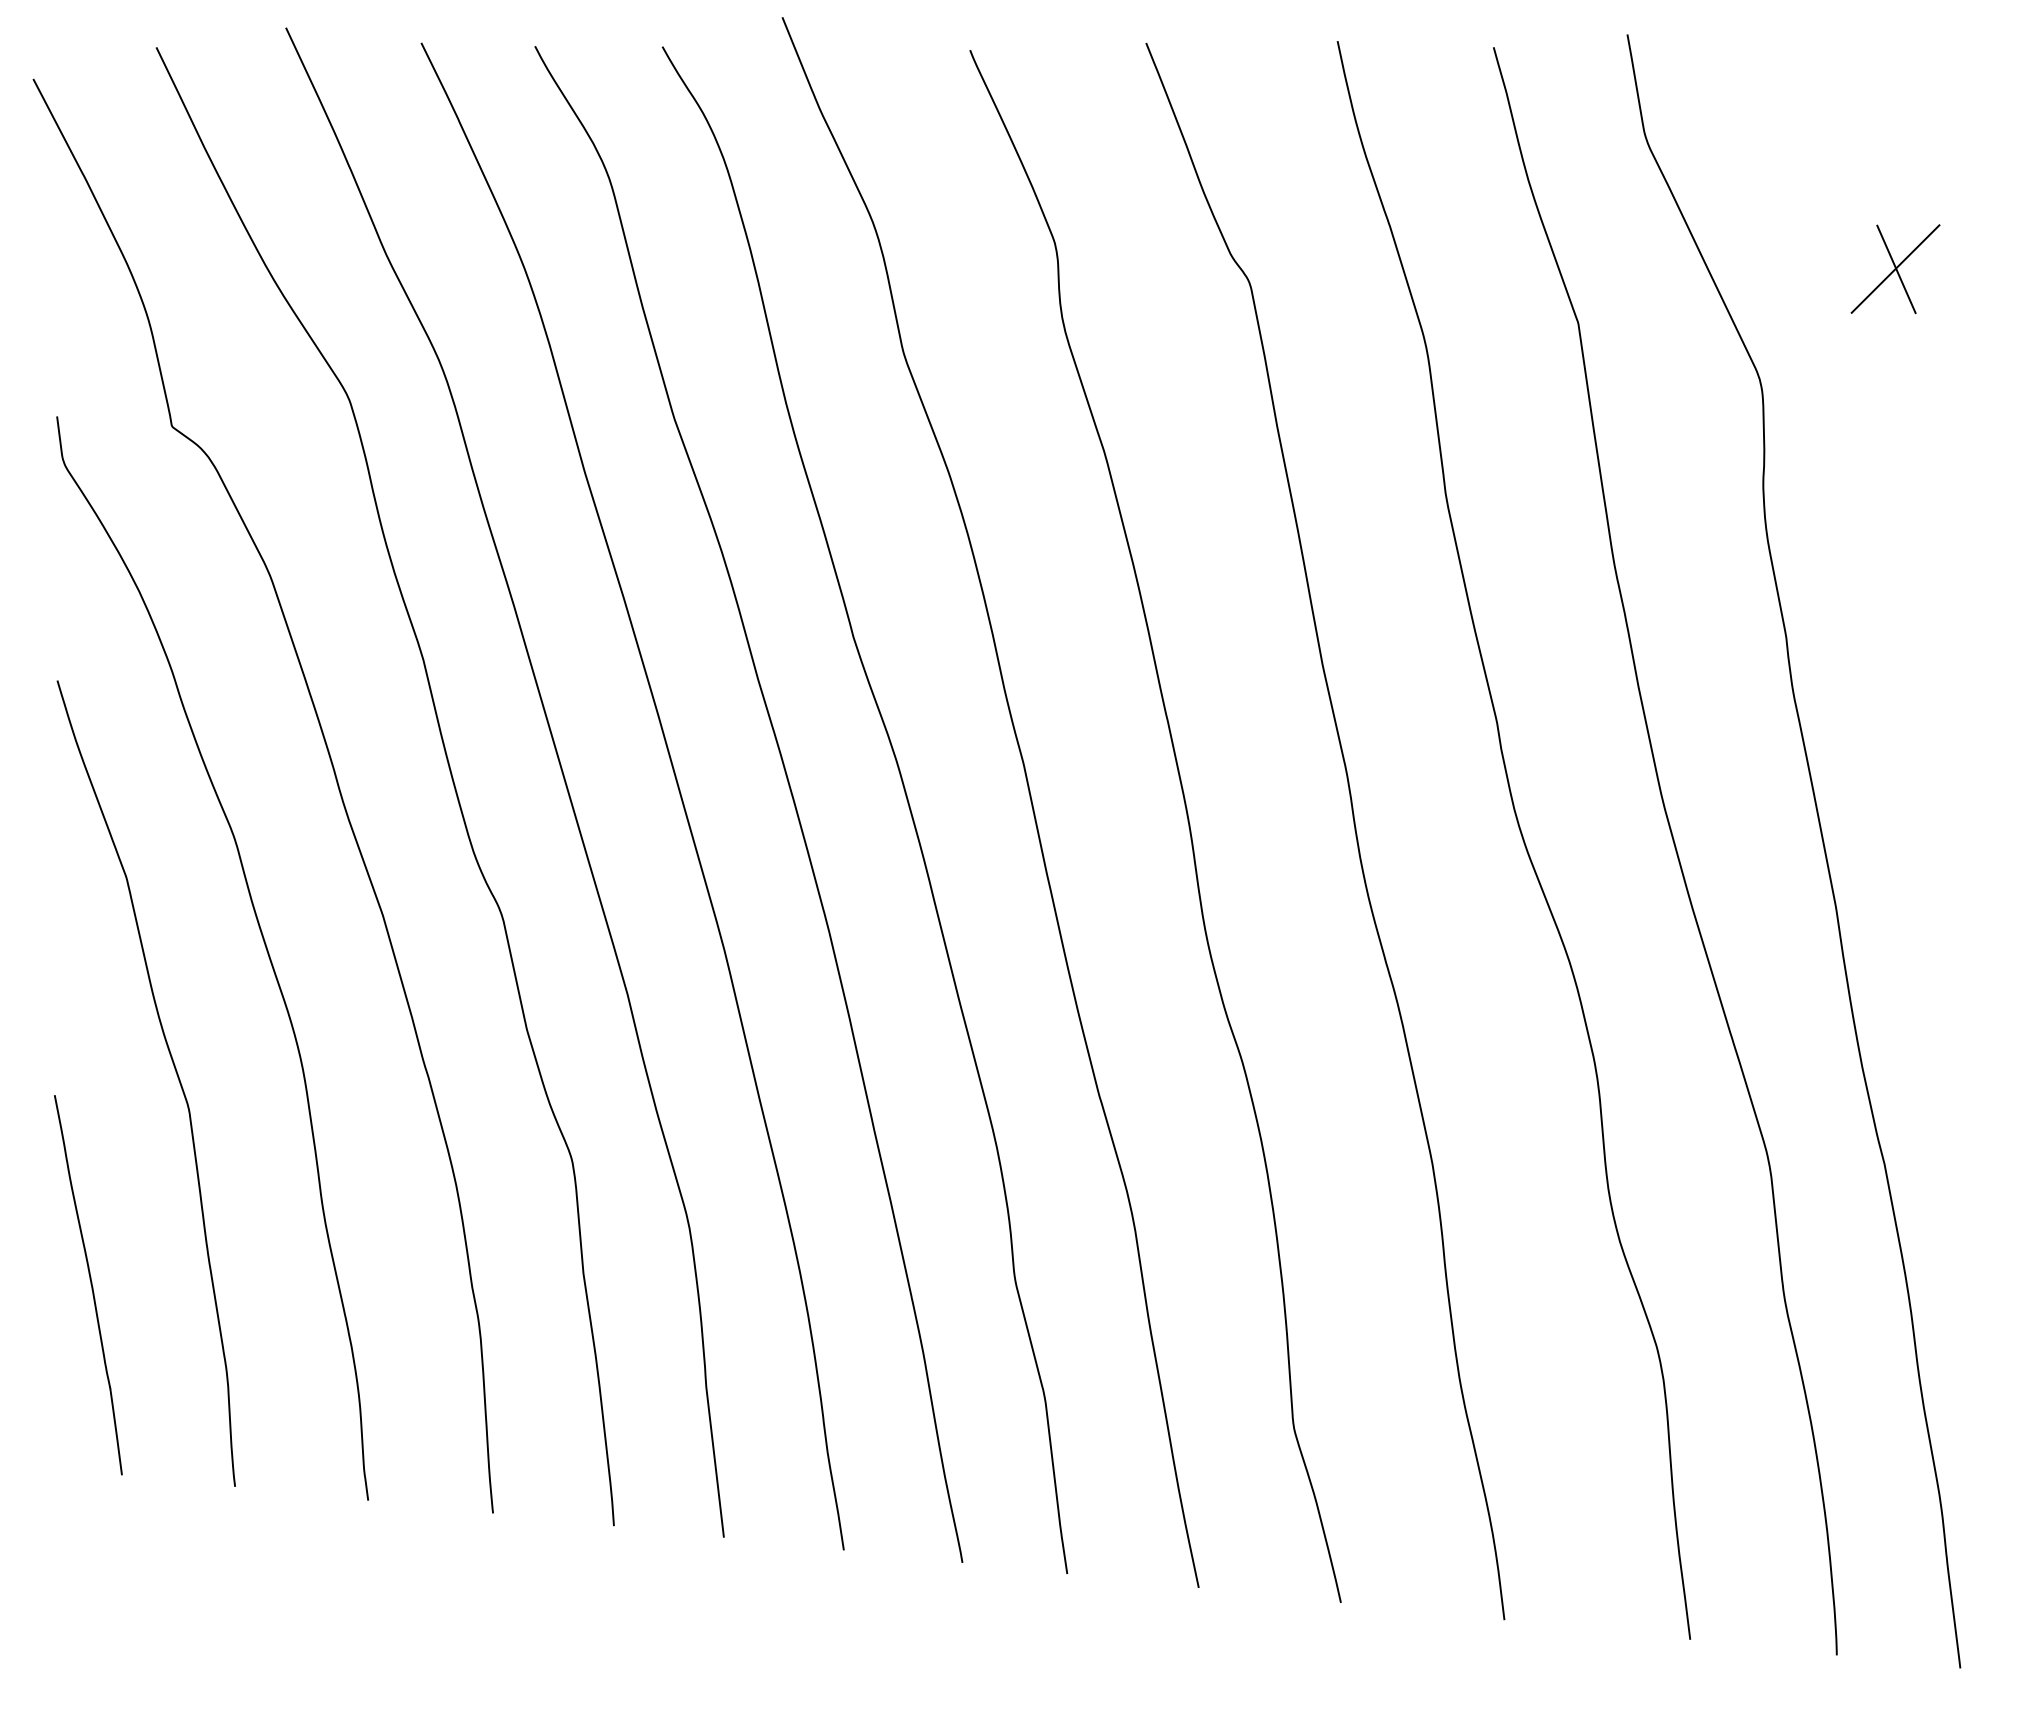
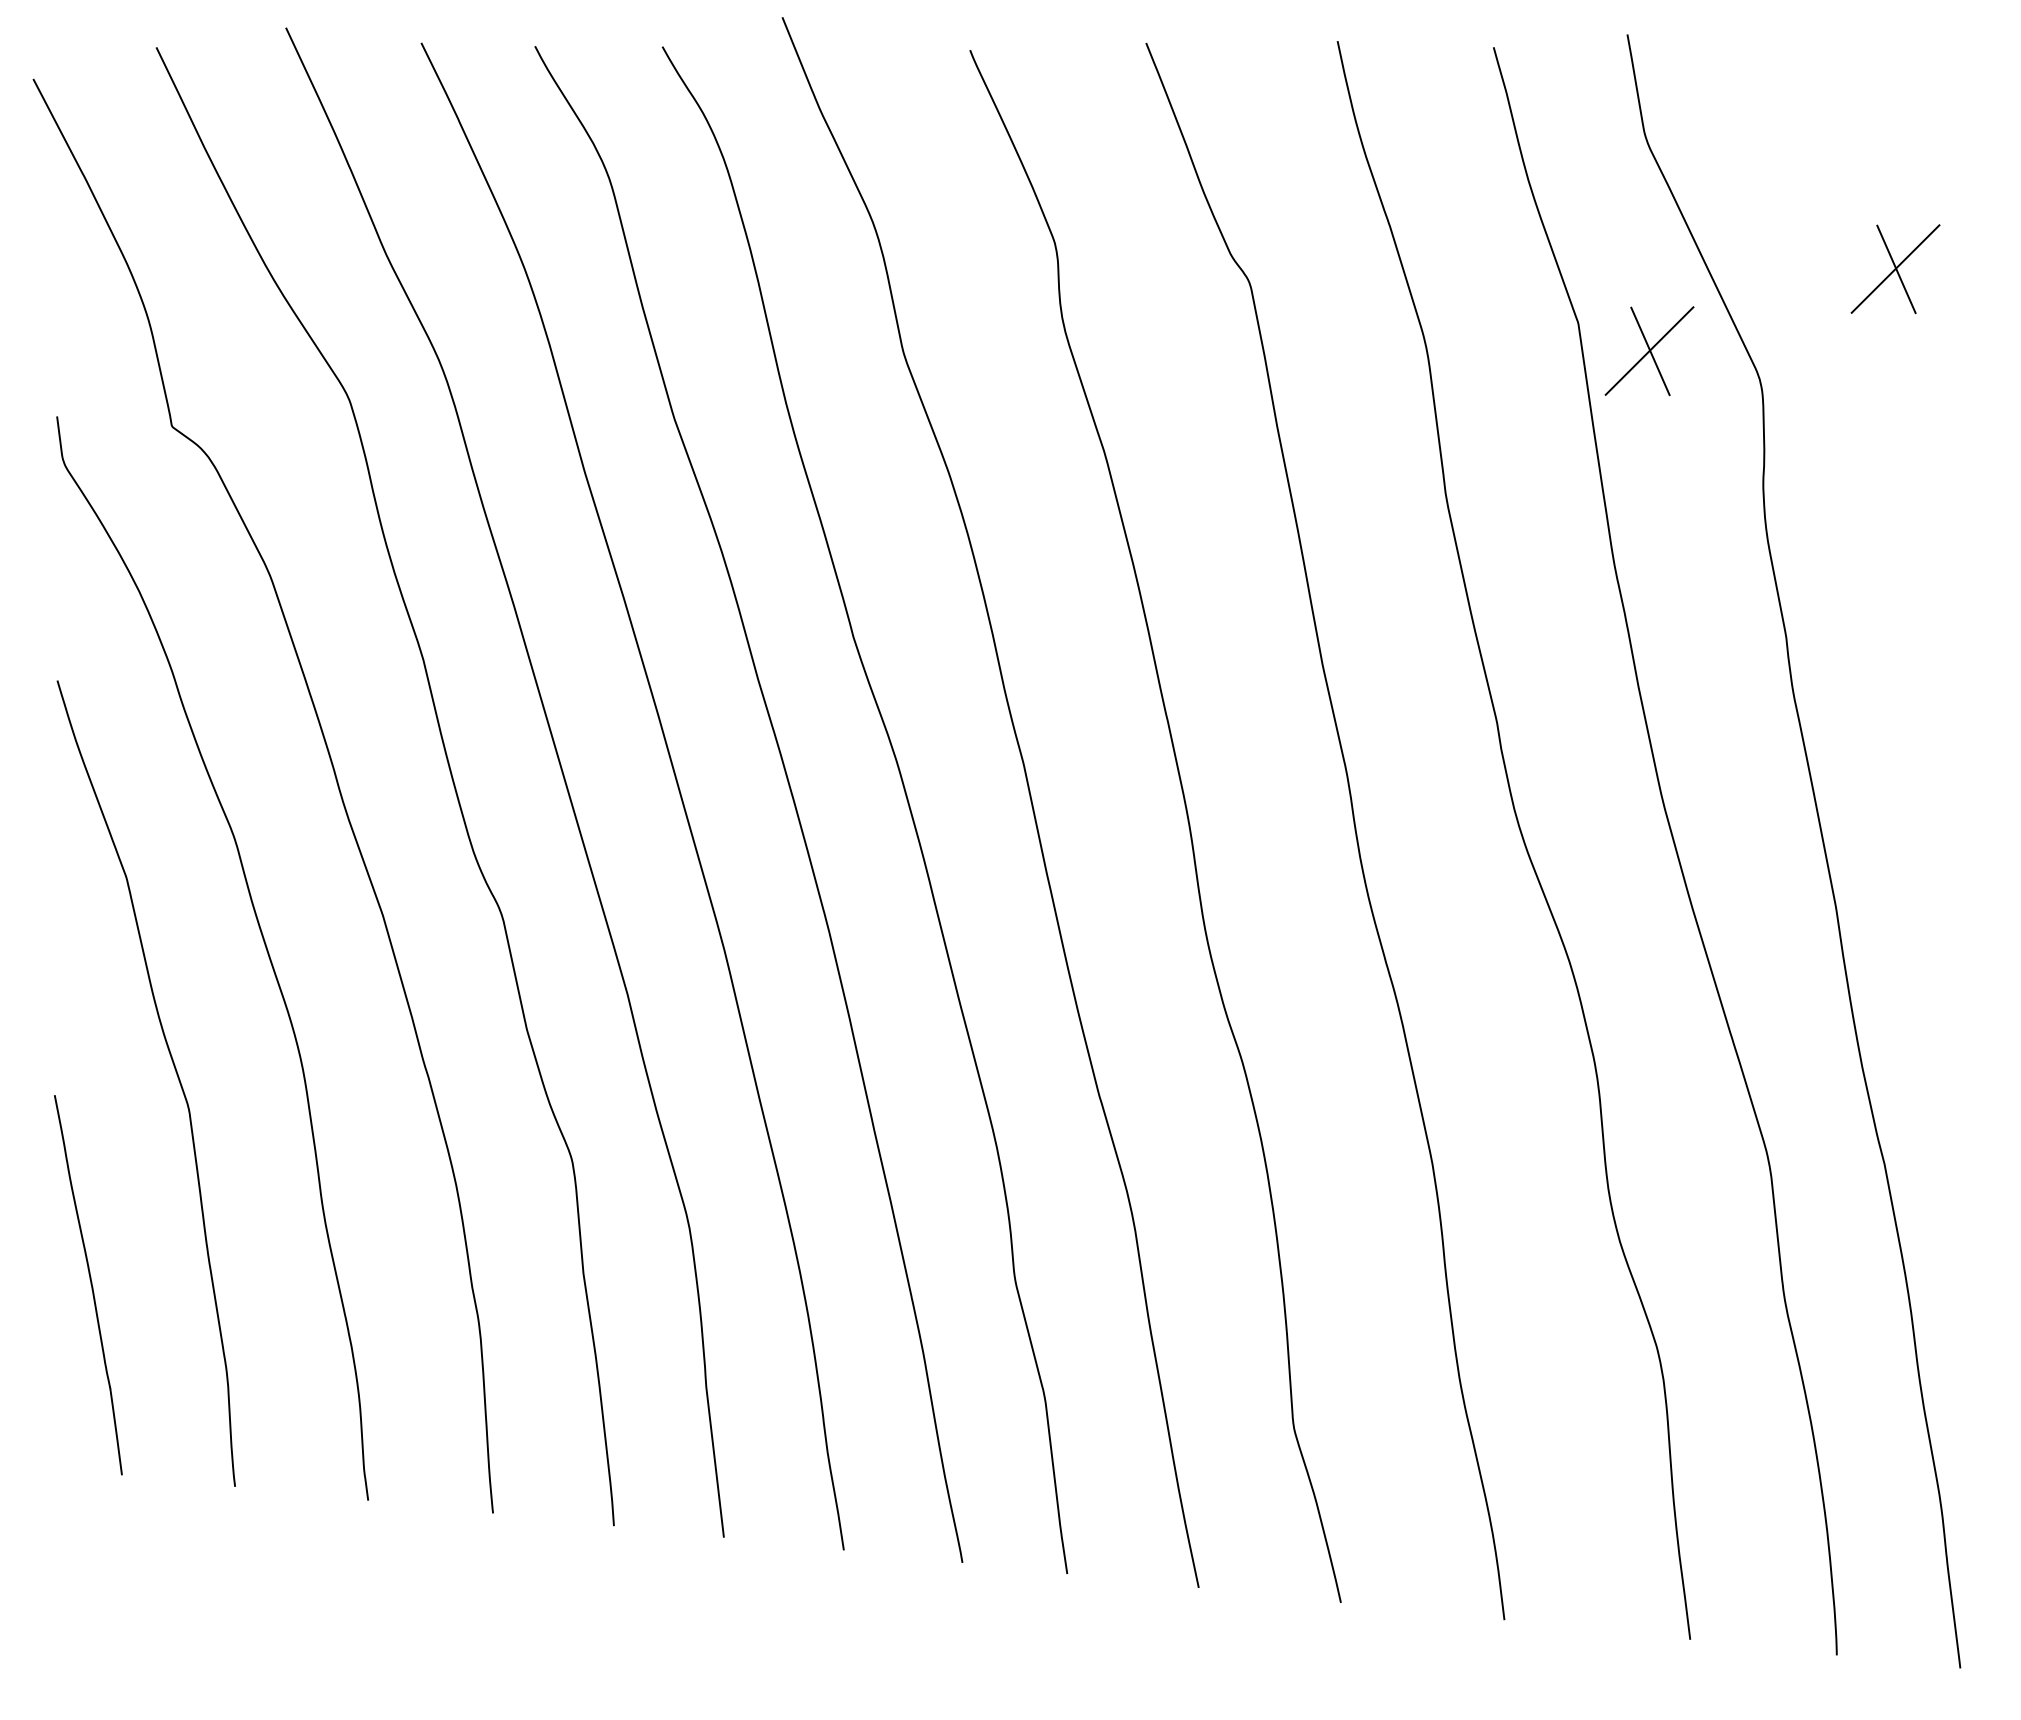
part at (1649, 351): none -> present
